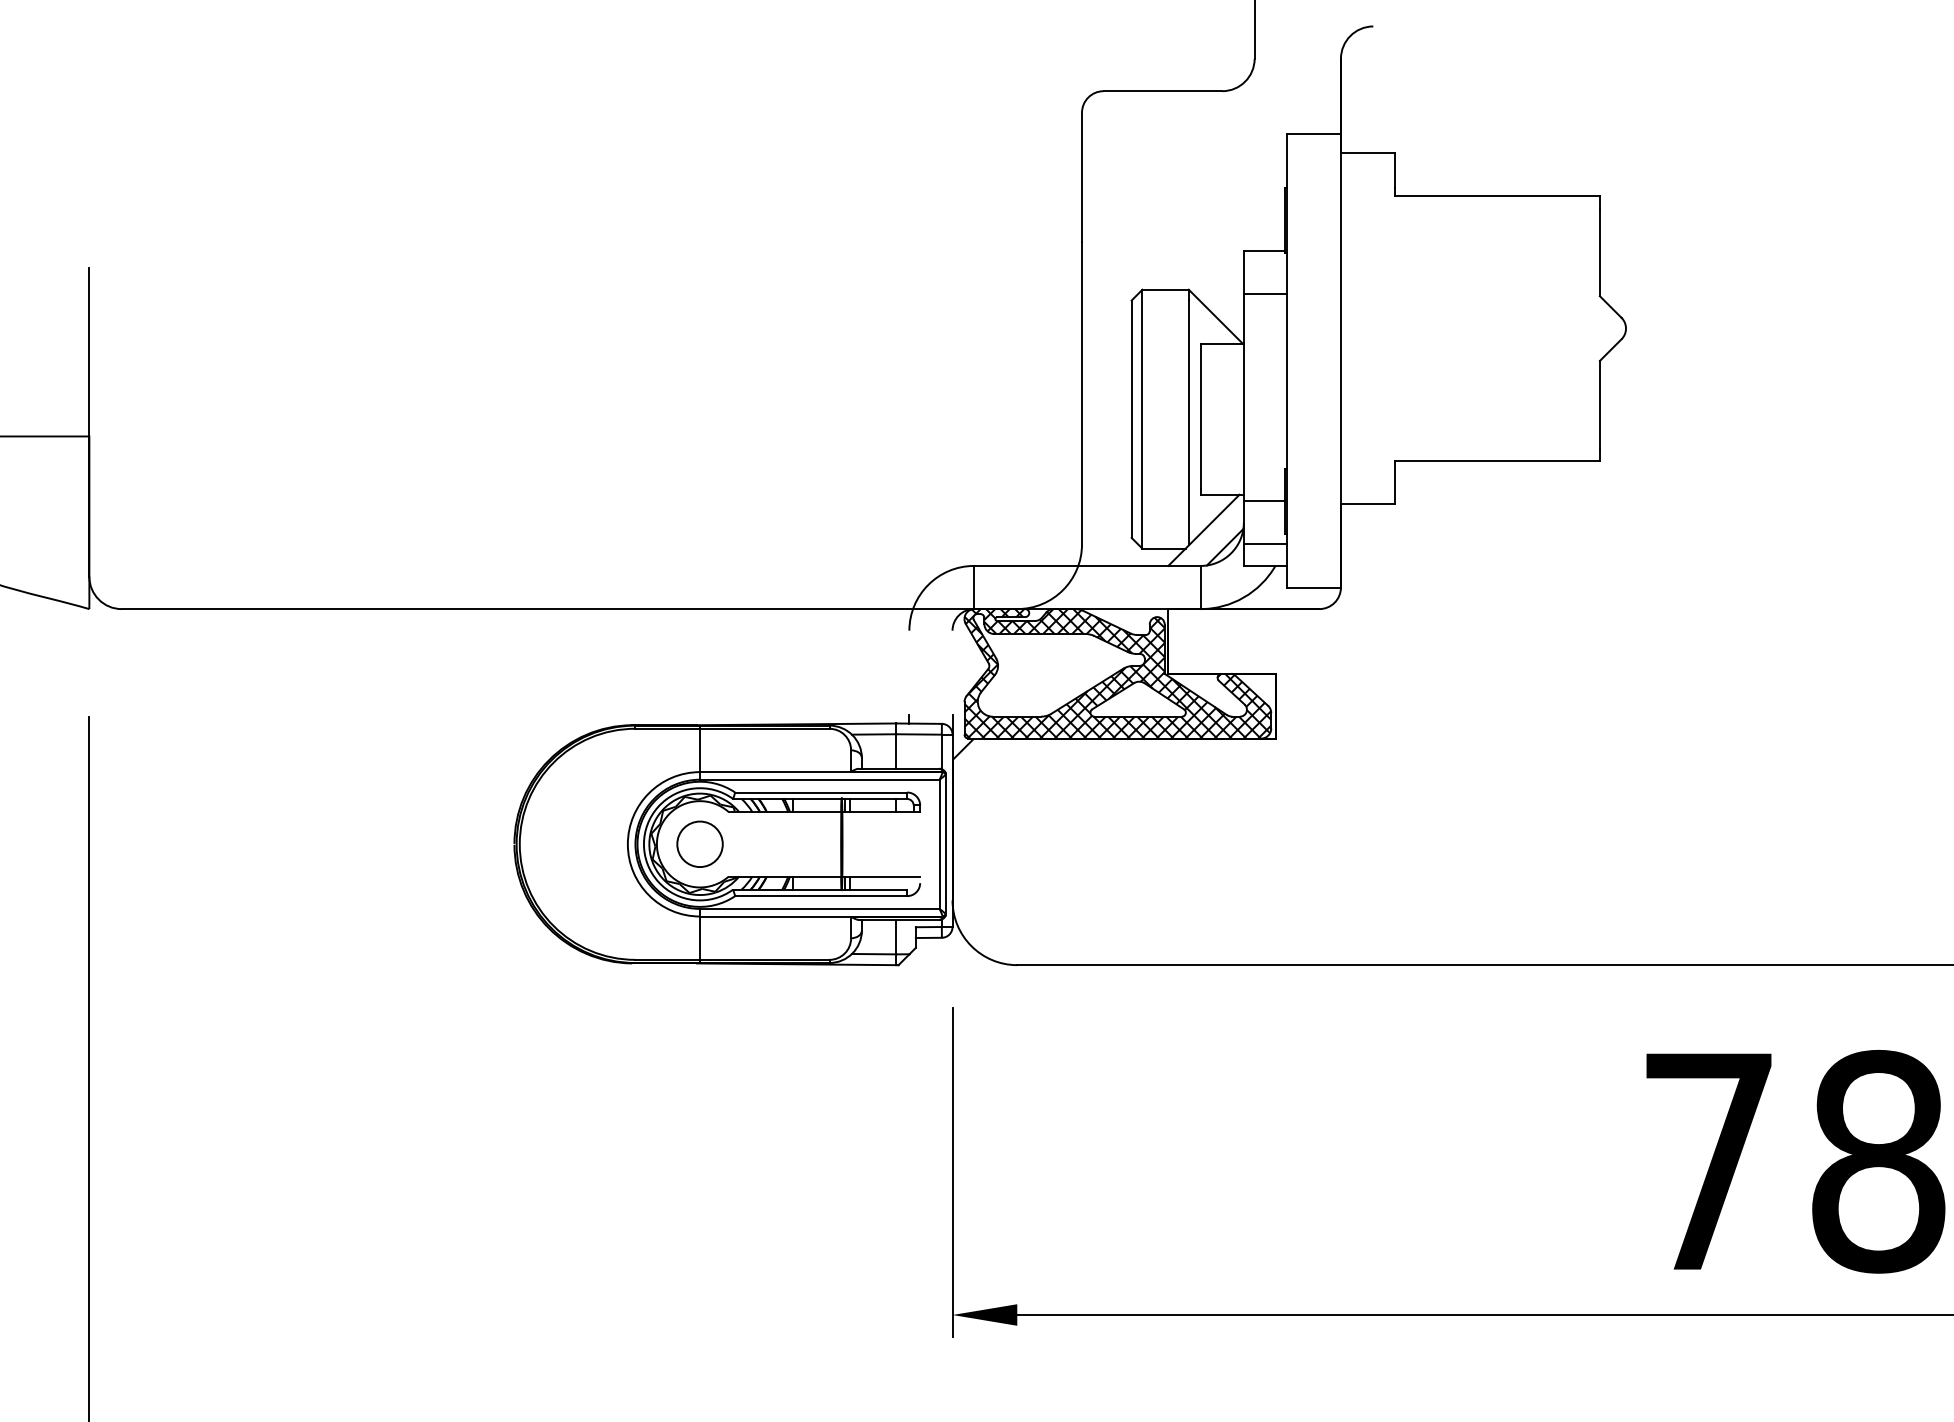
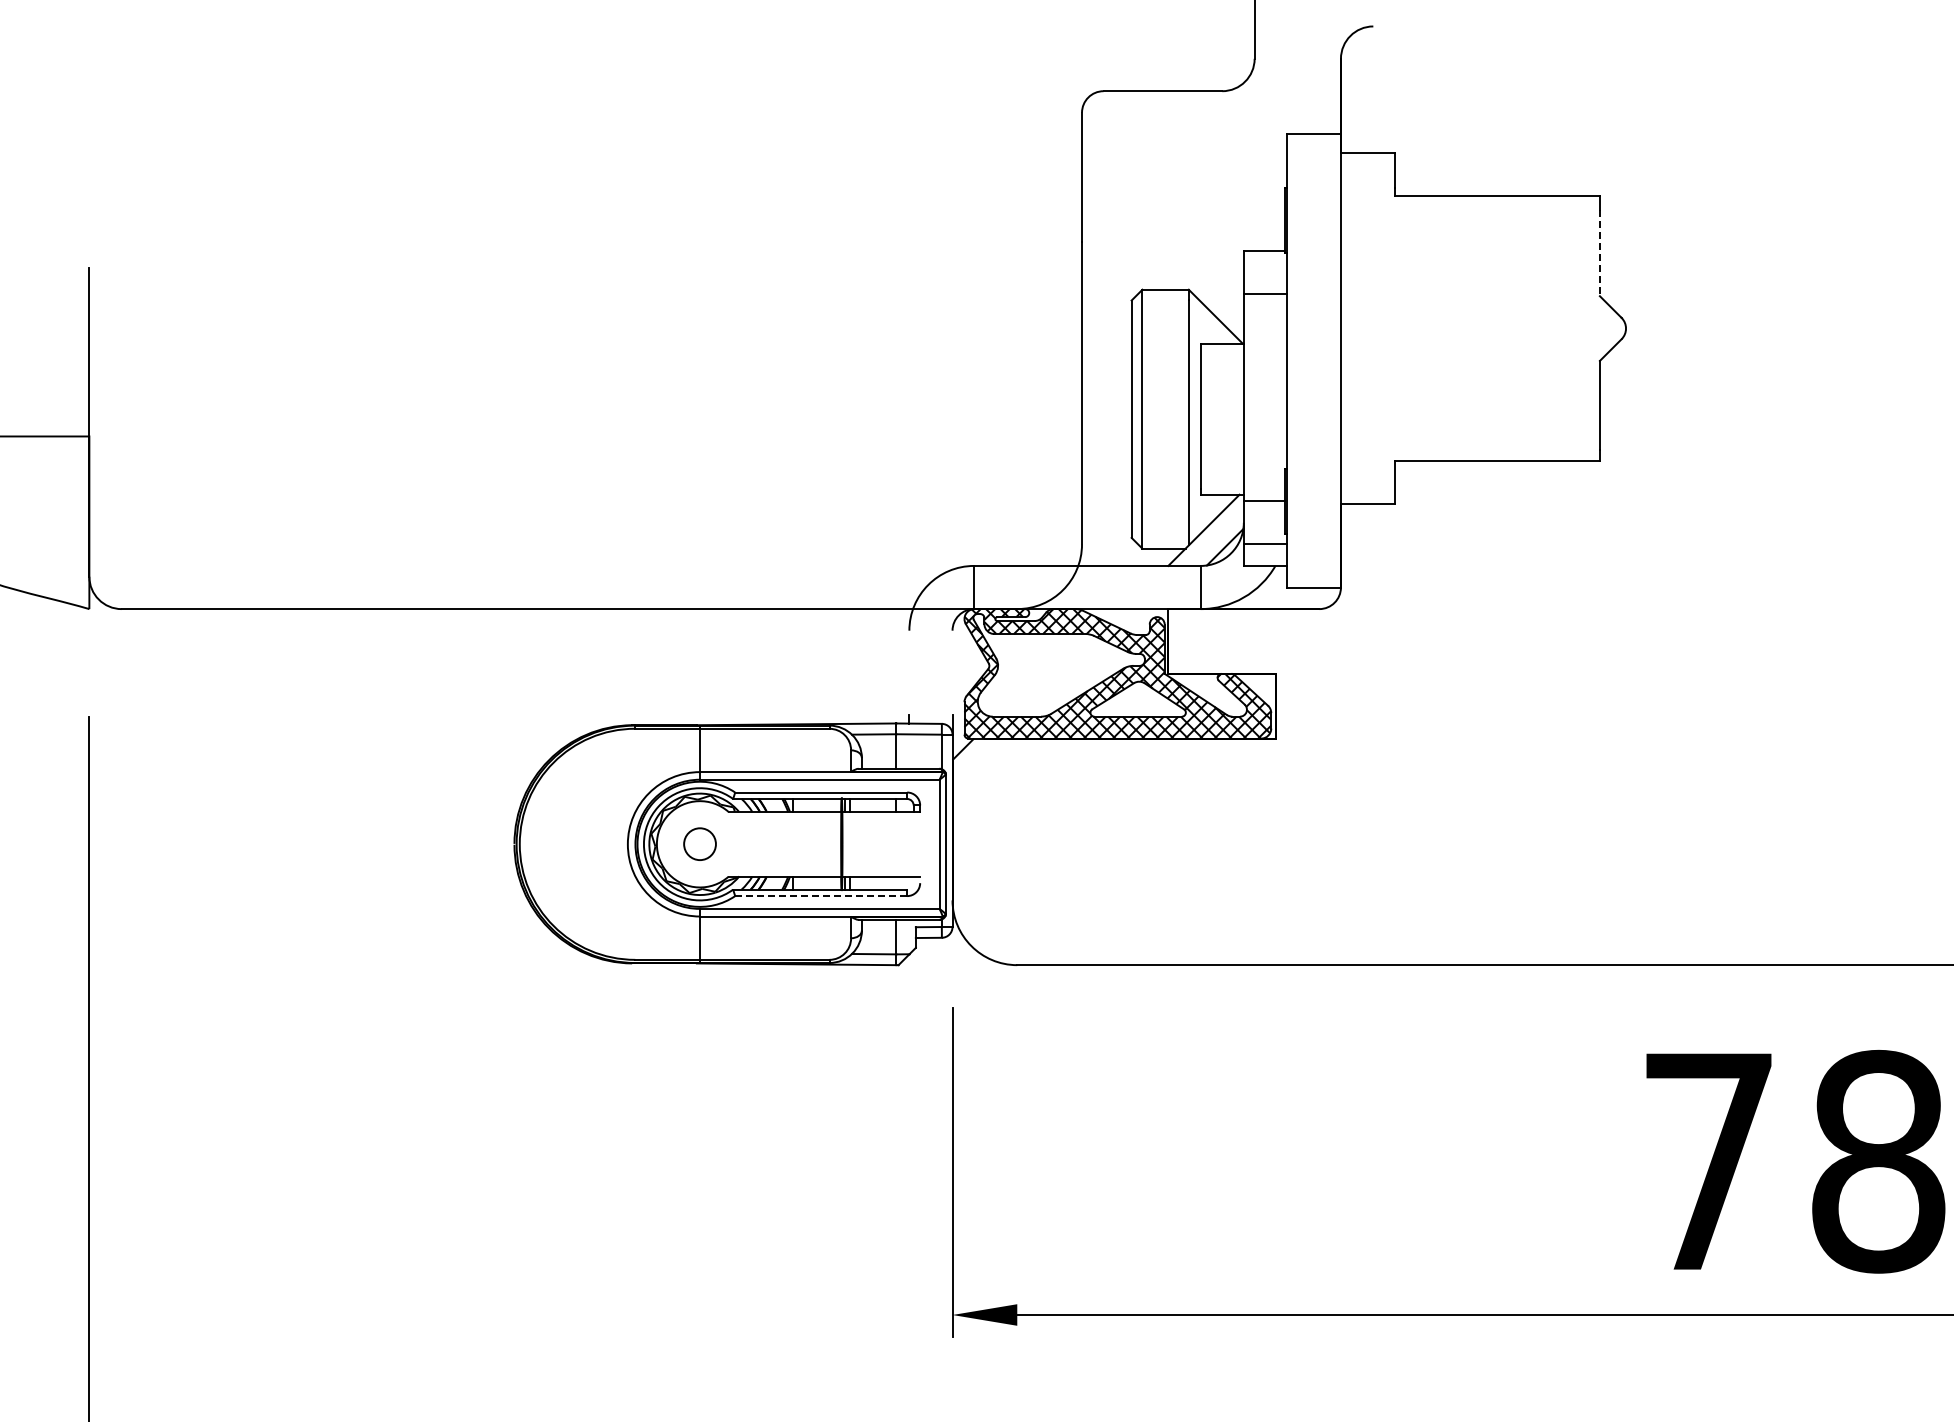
line at (1599, 253): solid -> dashed
circle at (699, 843) size: 48x48 px -> 34x34 px
line at (821, 896): solid -> dashed
